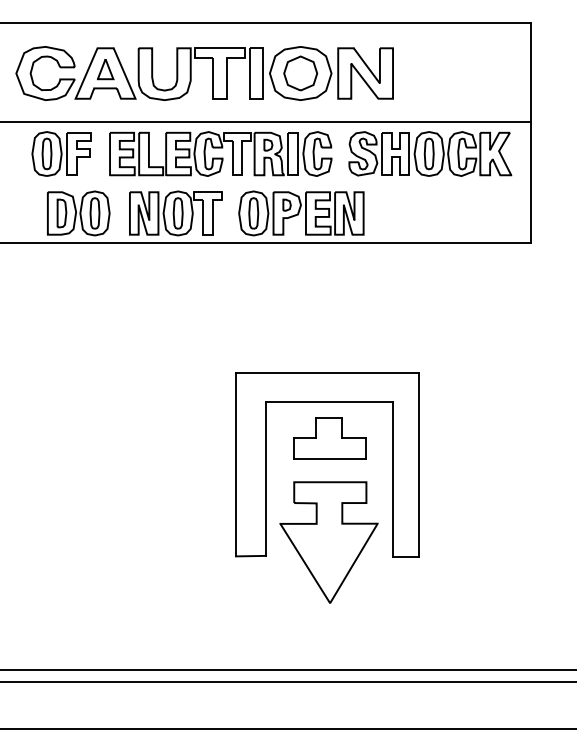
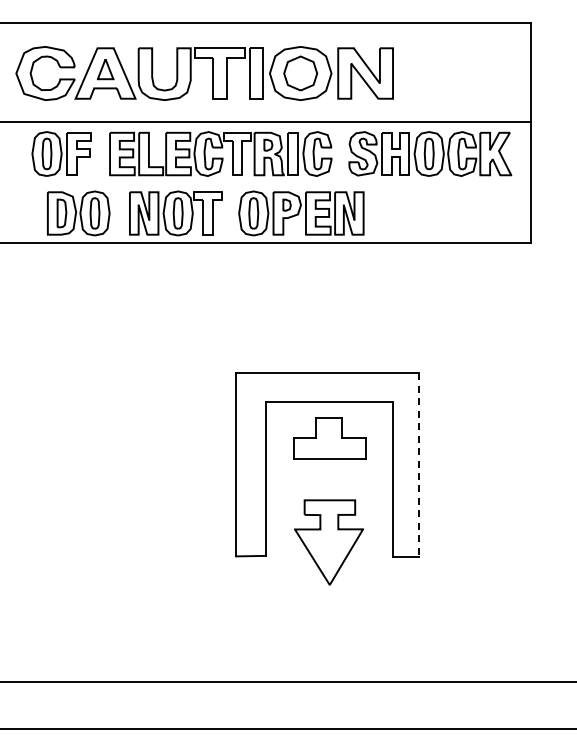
line at (419, 465): solid -> dashed
part at (328, 542) size: 100x123 px -> 70x87 px
line at (287, 670): present -> none
